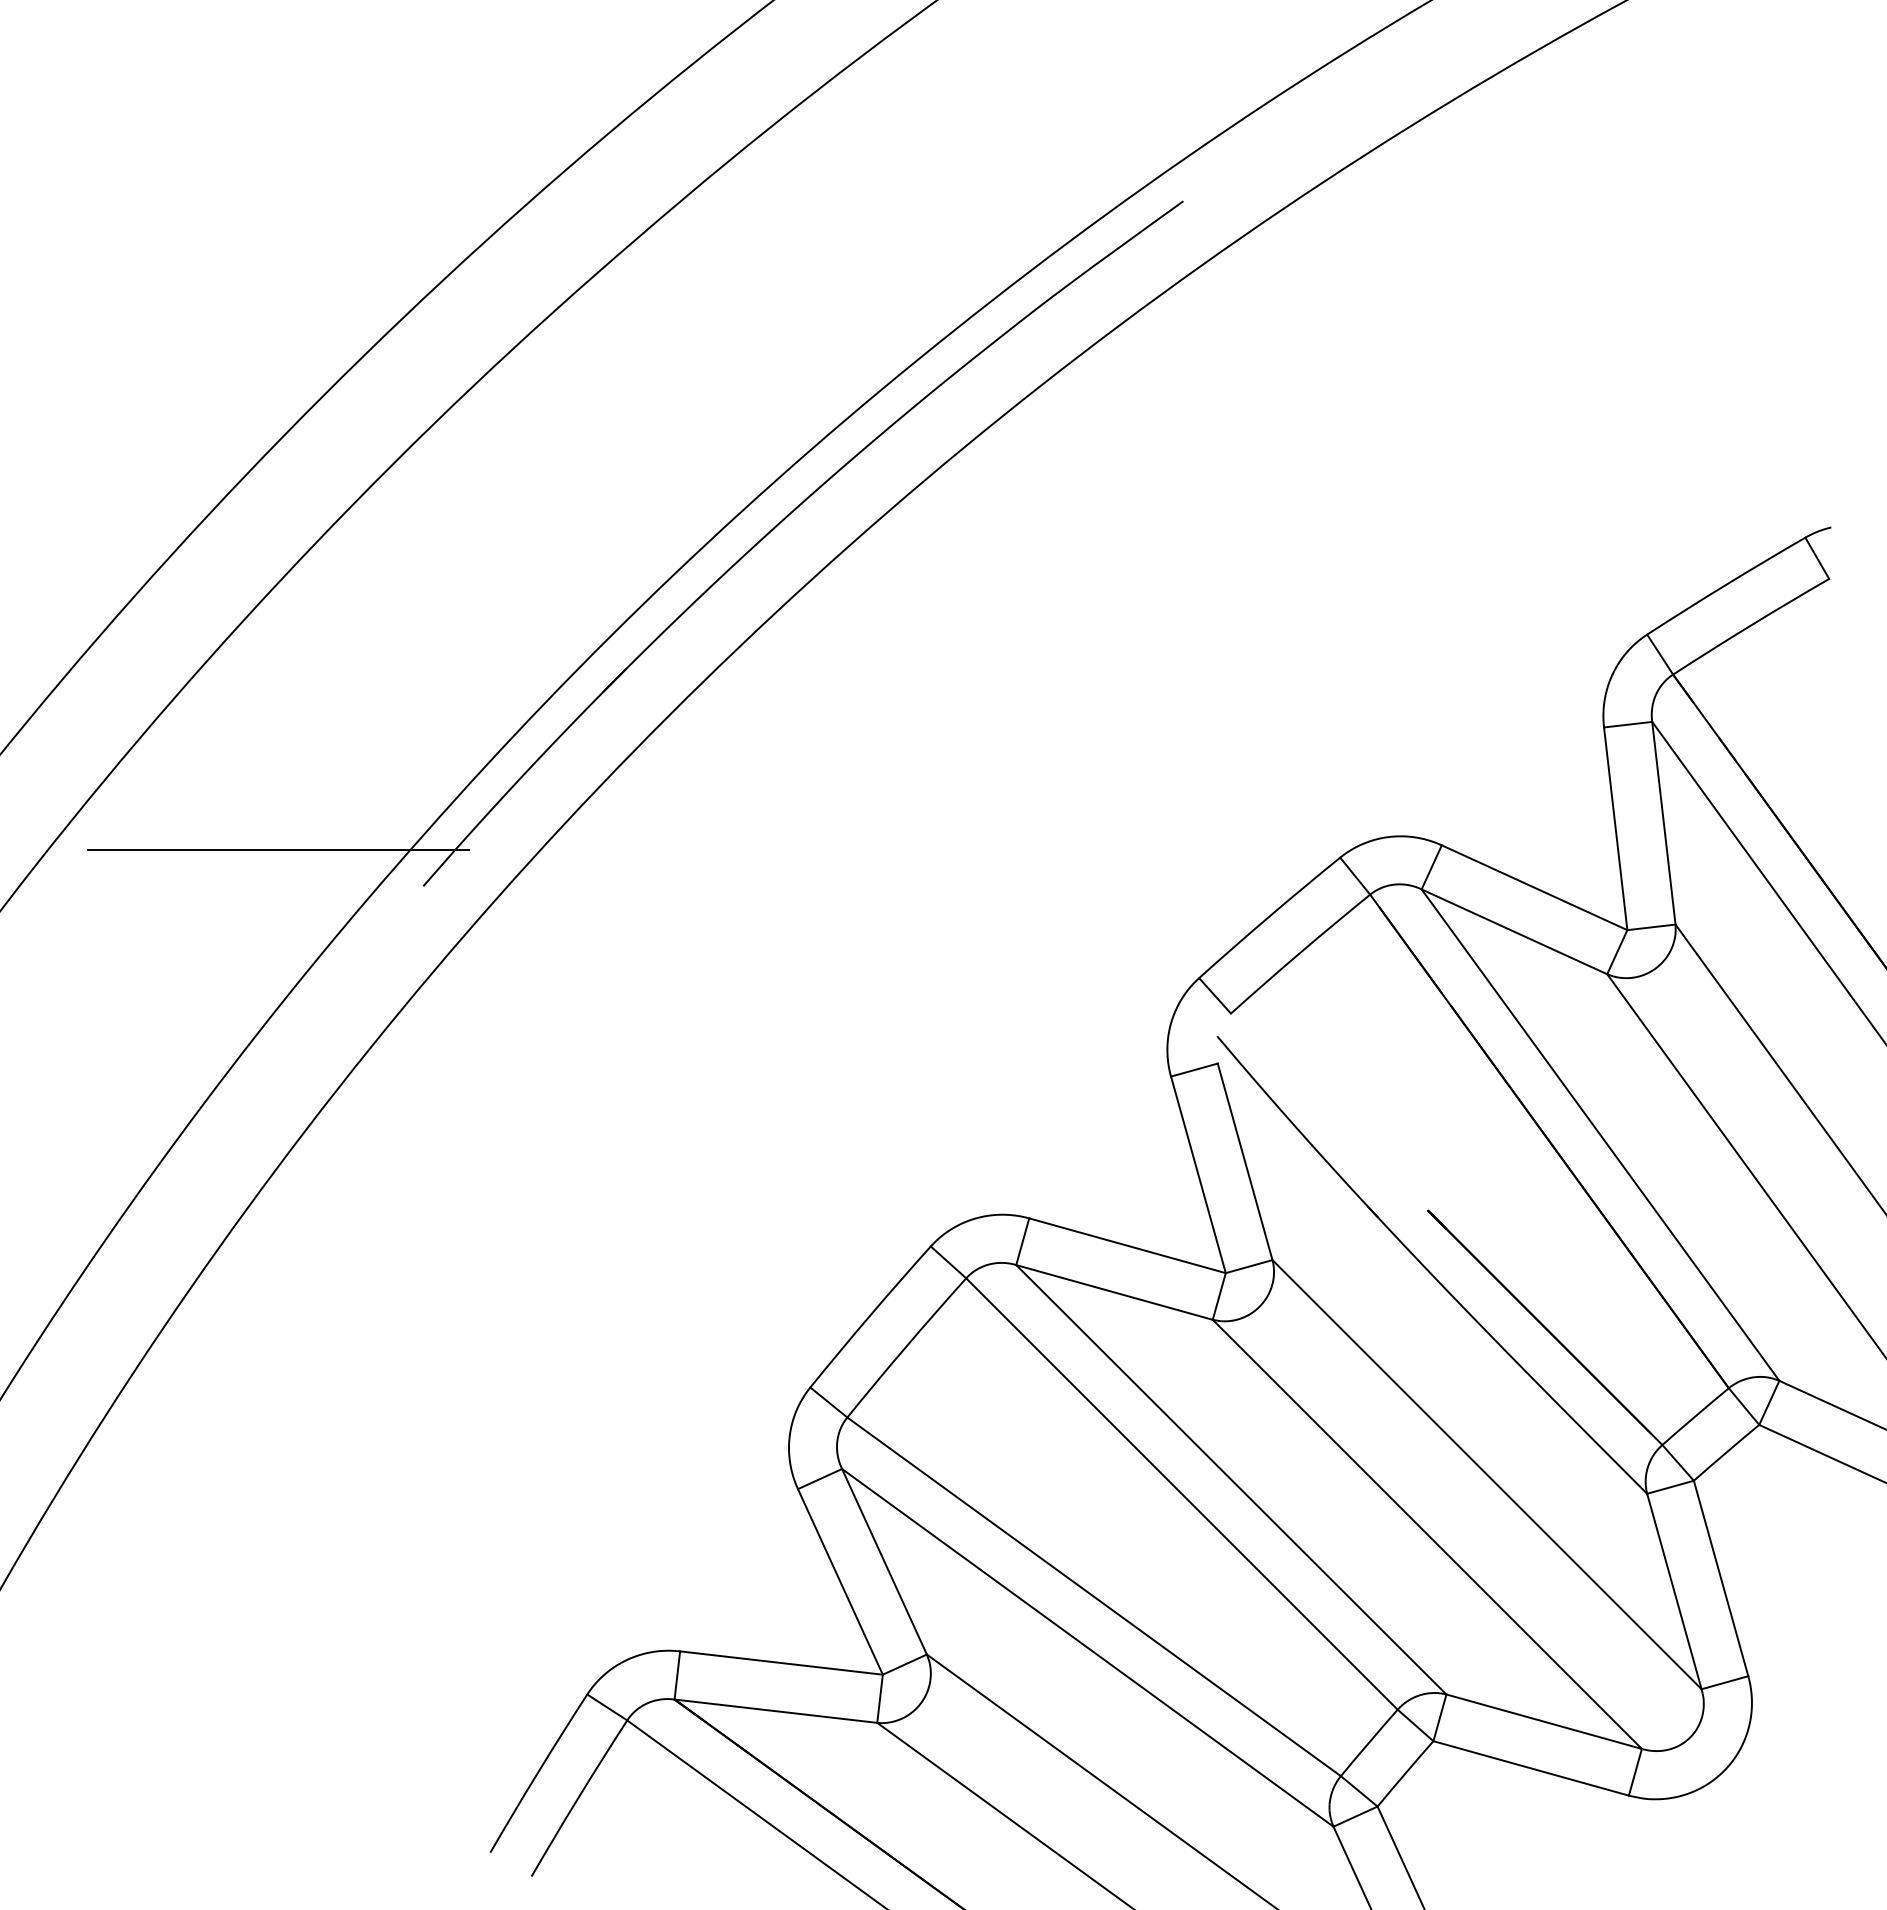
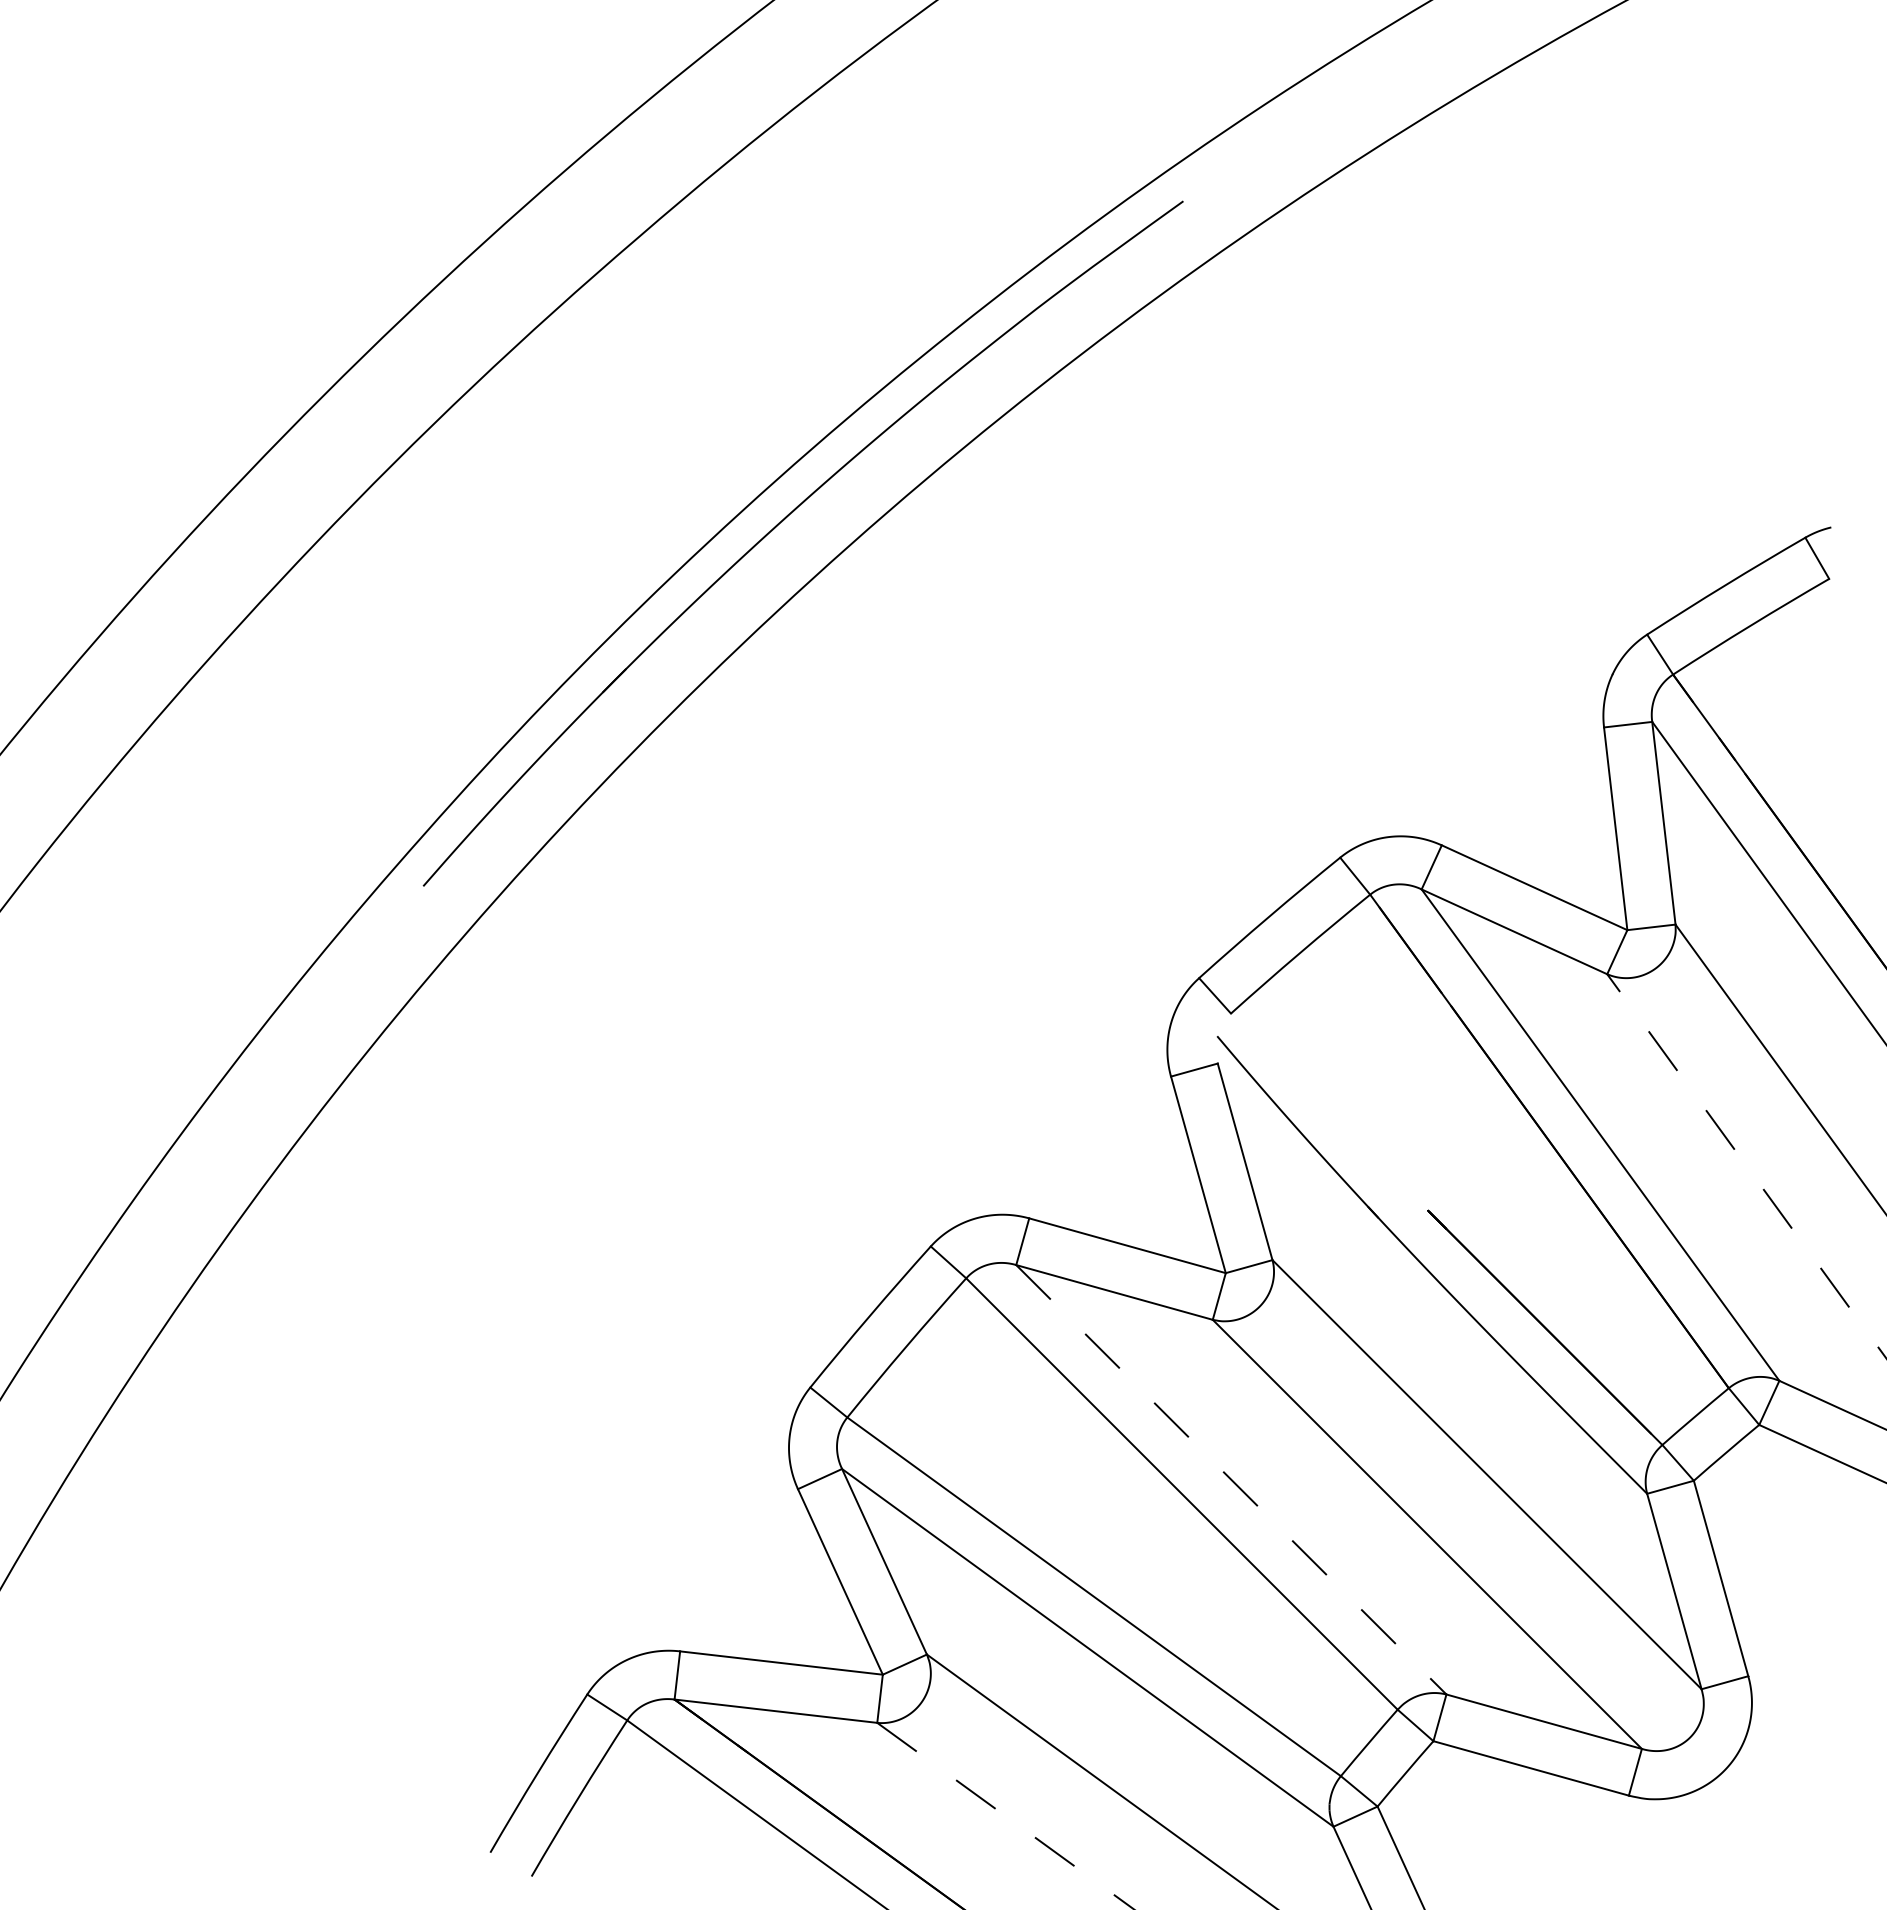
line at (277, 849): present -> none
line at (1747, 1166): solid -> dashed
line at (1231, 1479): solid -> dashed
line at (1005, 1816): solid -> dashed
